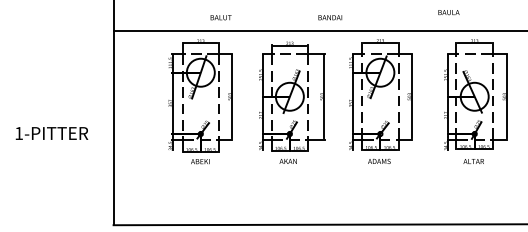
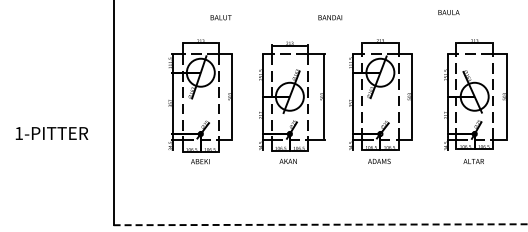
line at (318, 30): present -> none
line at (320, 224): solid -> dashed
